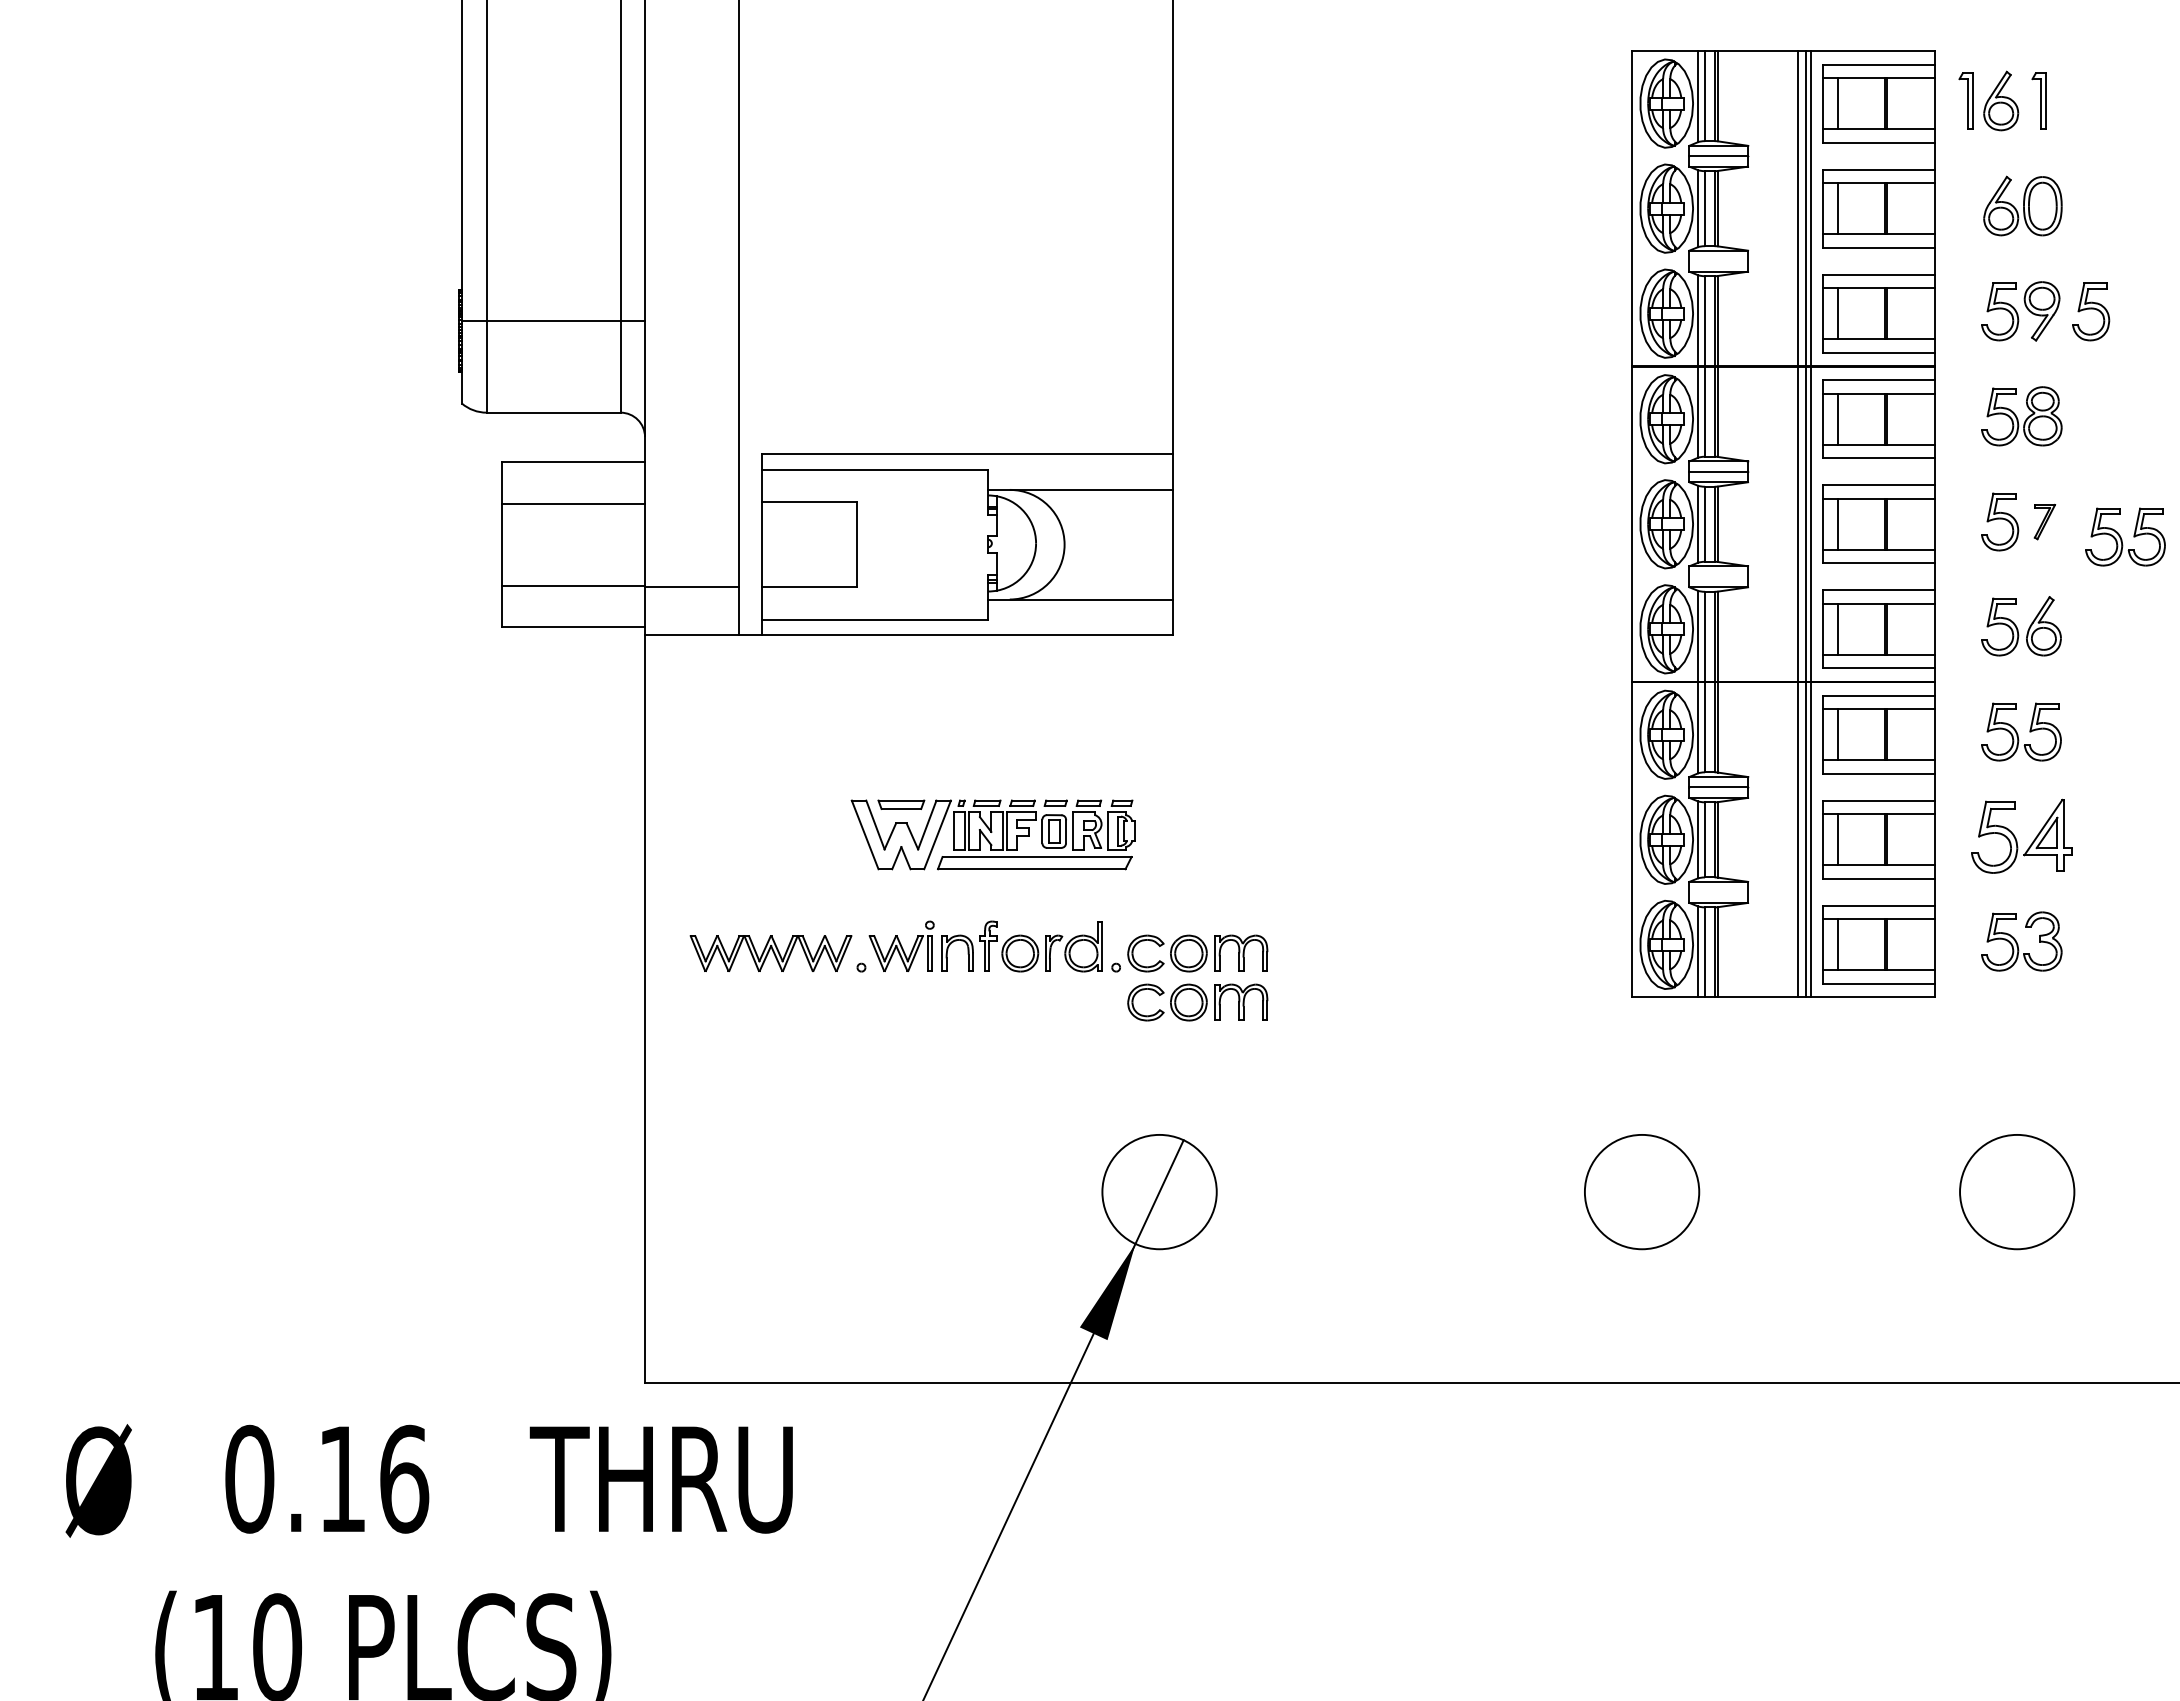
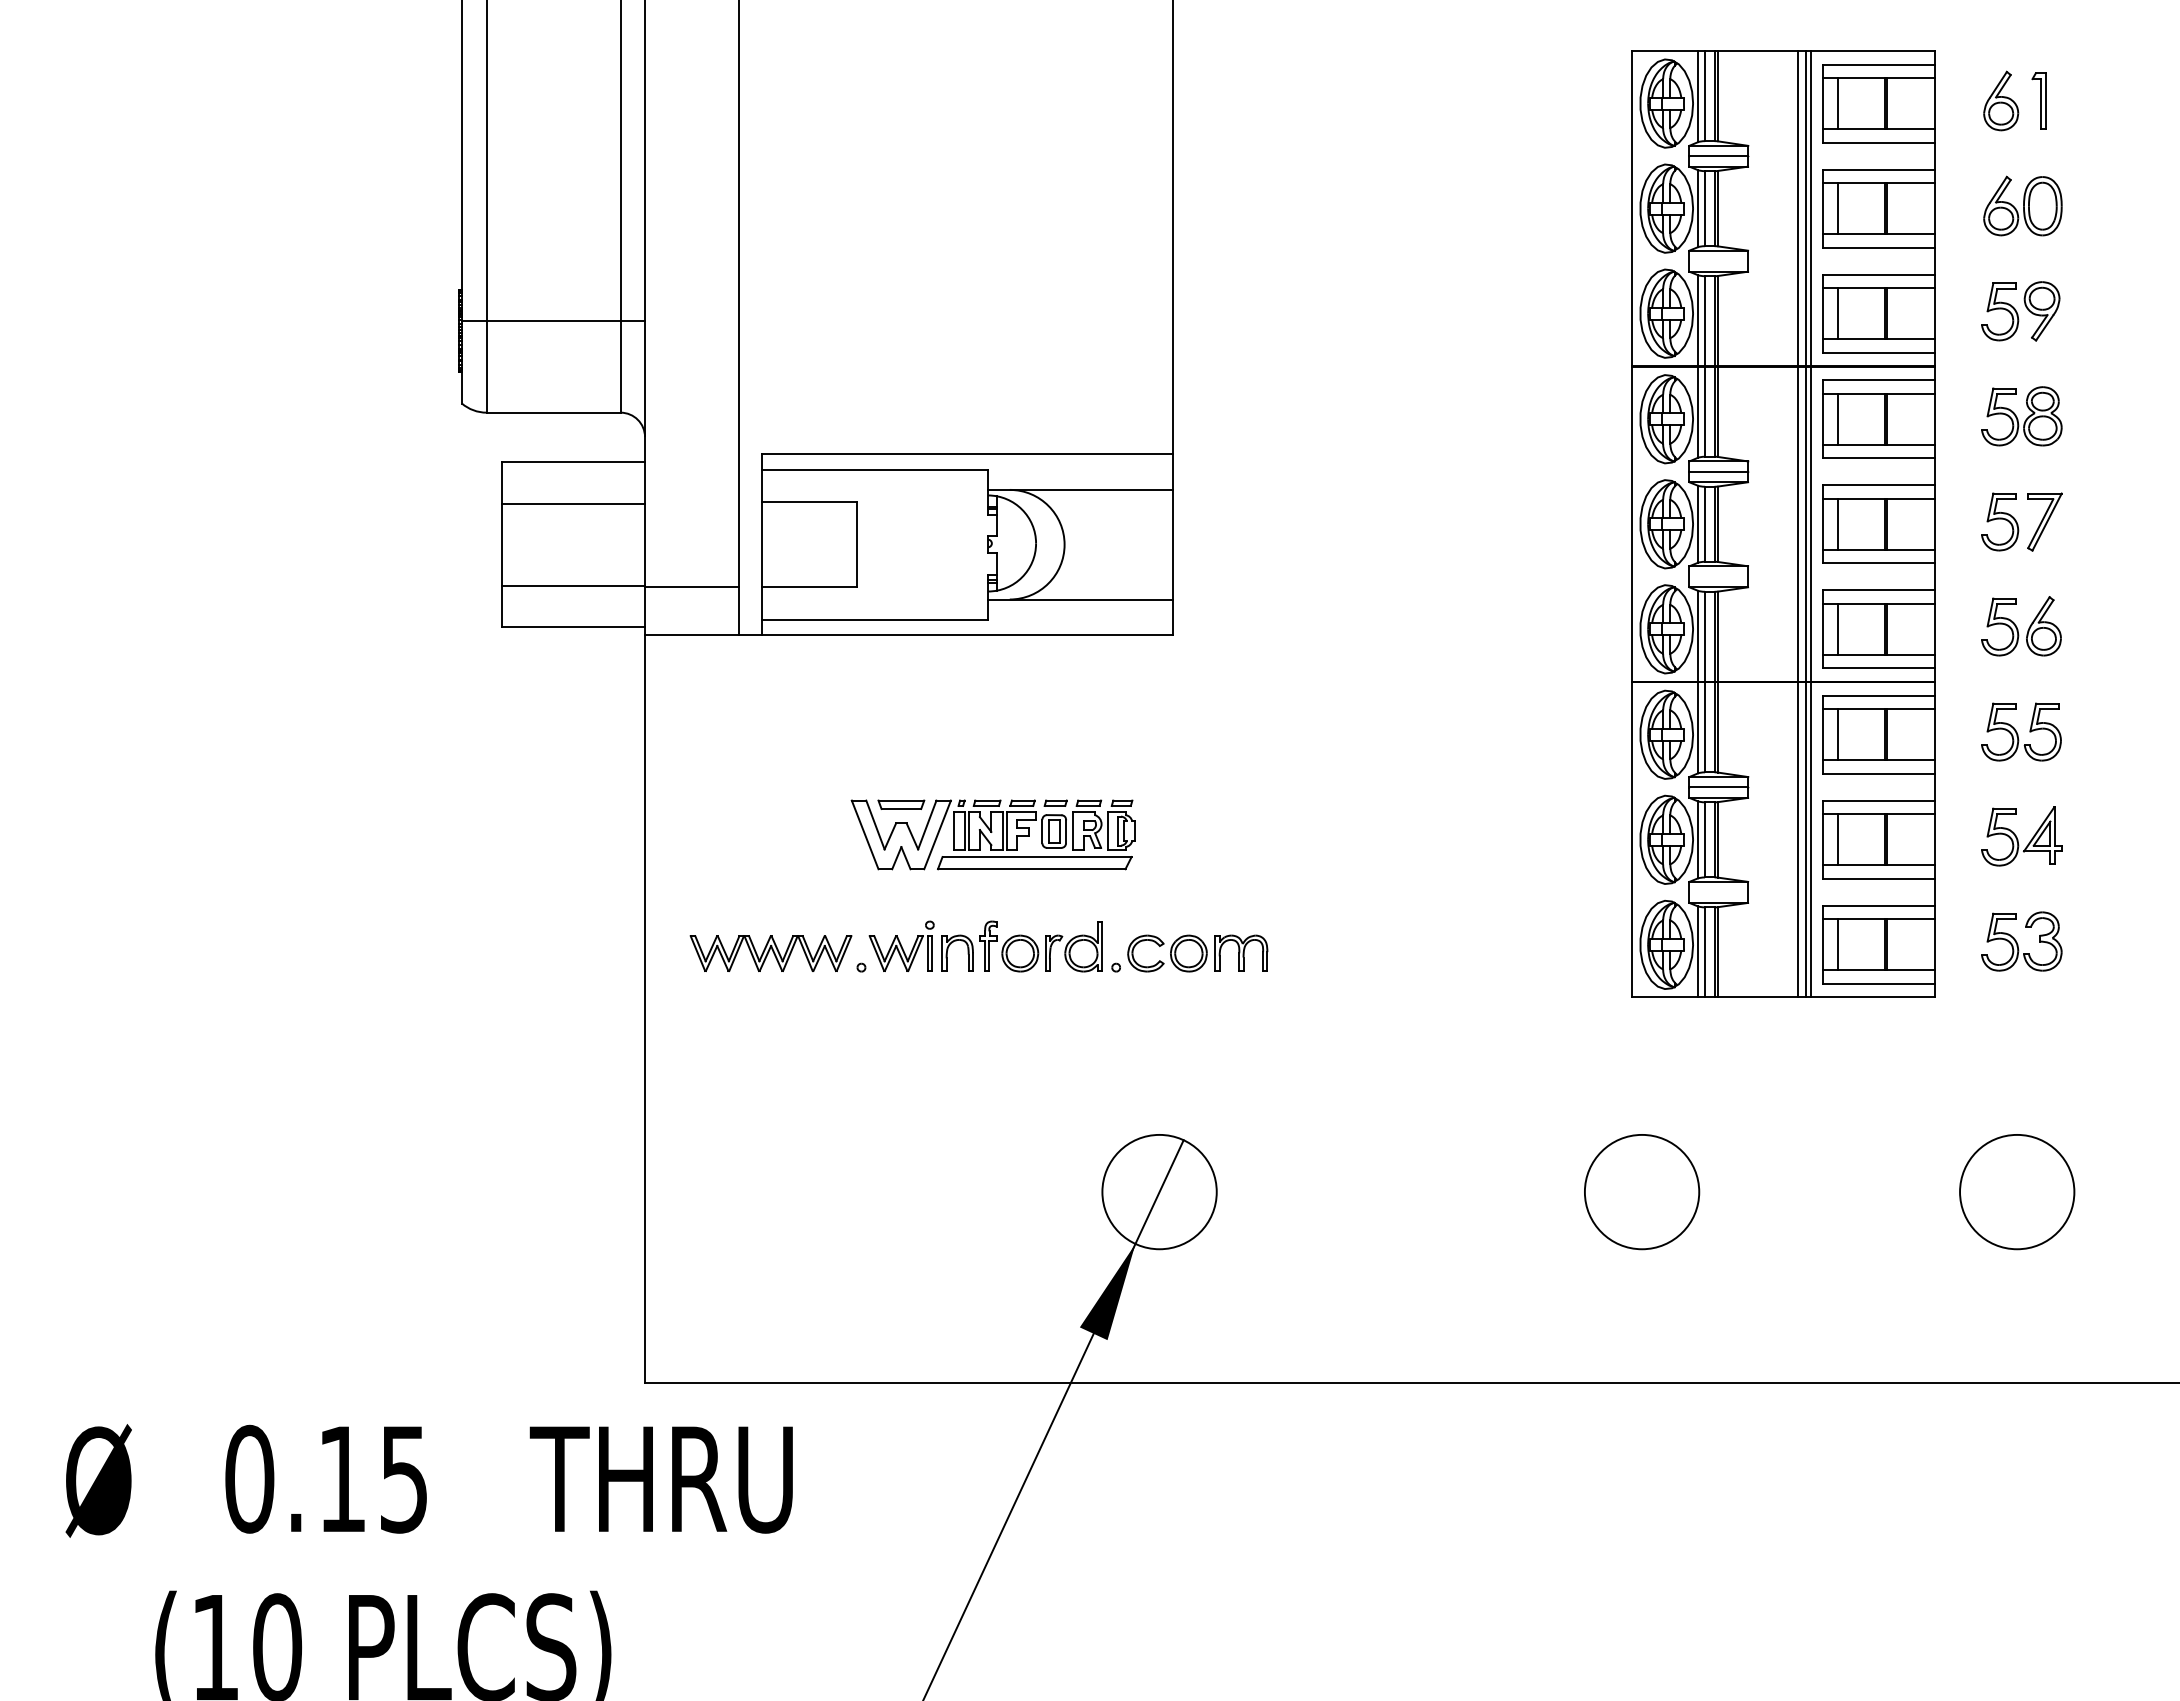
part at (1965, 100): present -> none
part at (2091, 311): present -> none
part at (2044, 521) size: 24x38 px -> 36x60 px
part at (2125, 536): present -> none
part at (2021, 835) size: 102x76 px -> 82x61 px
part at (1197, 1002): present -> none
text at (404, 1478): 0.16 -> 0.15
